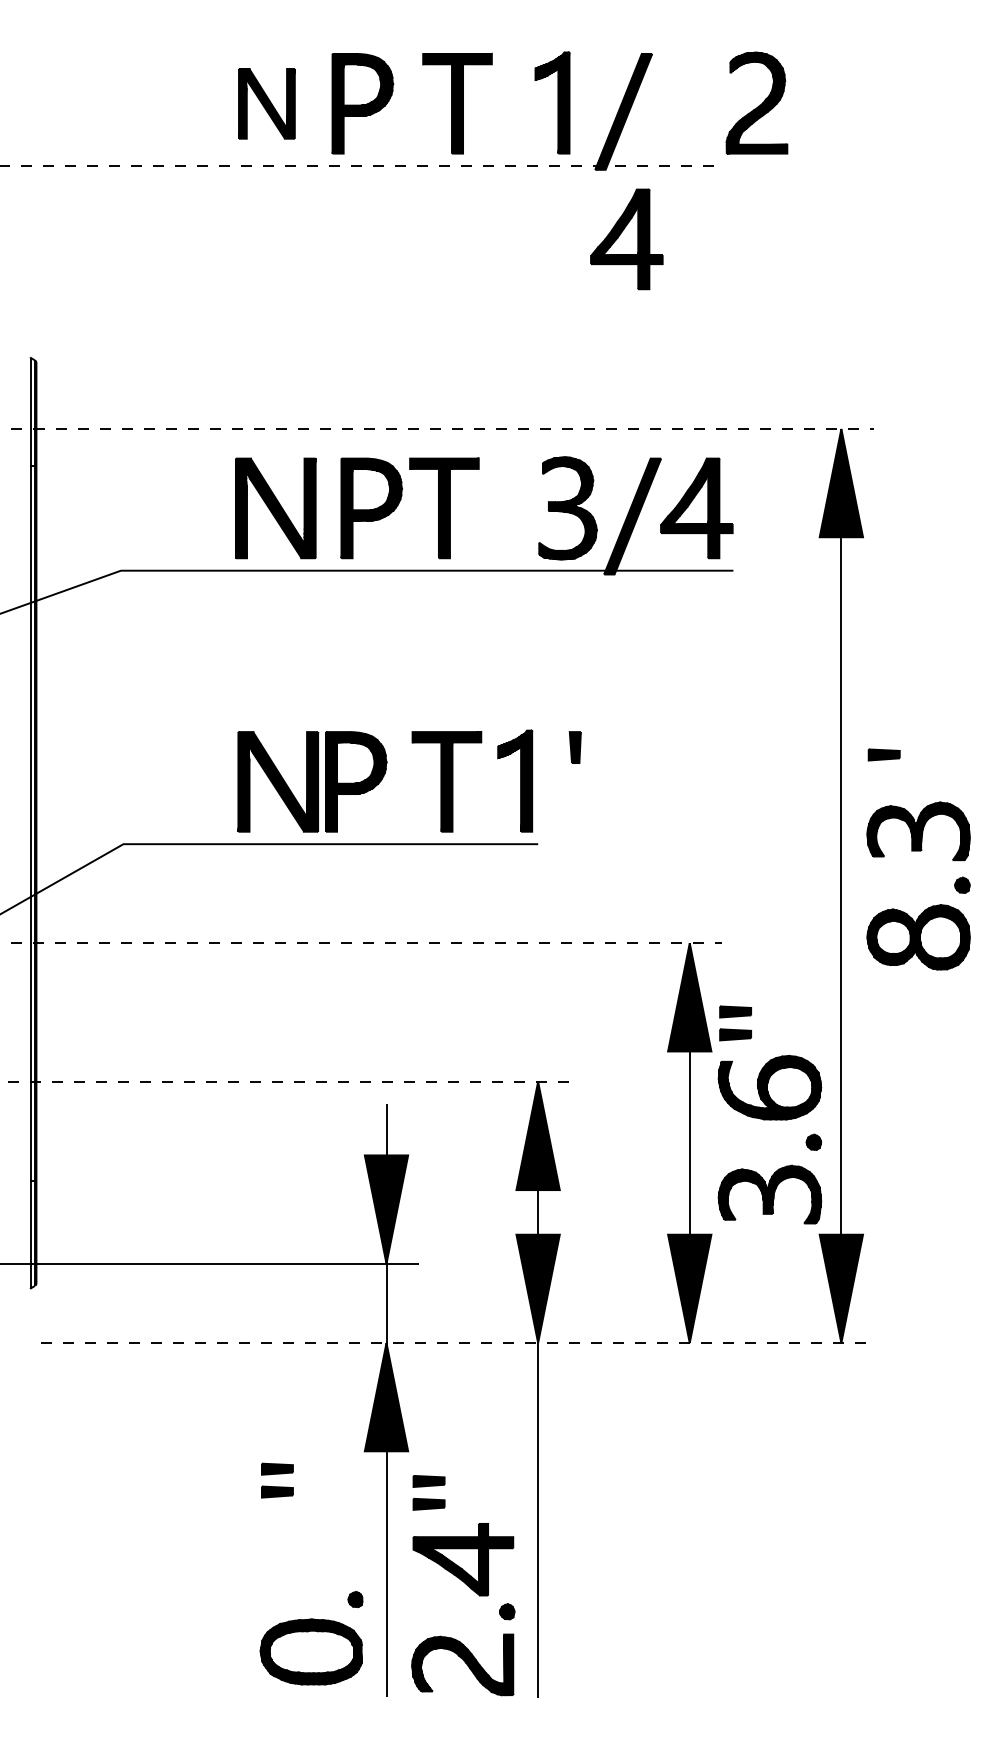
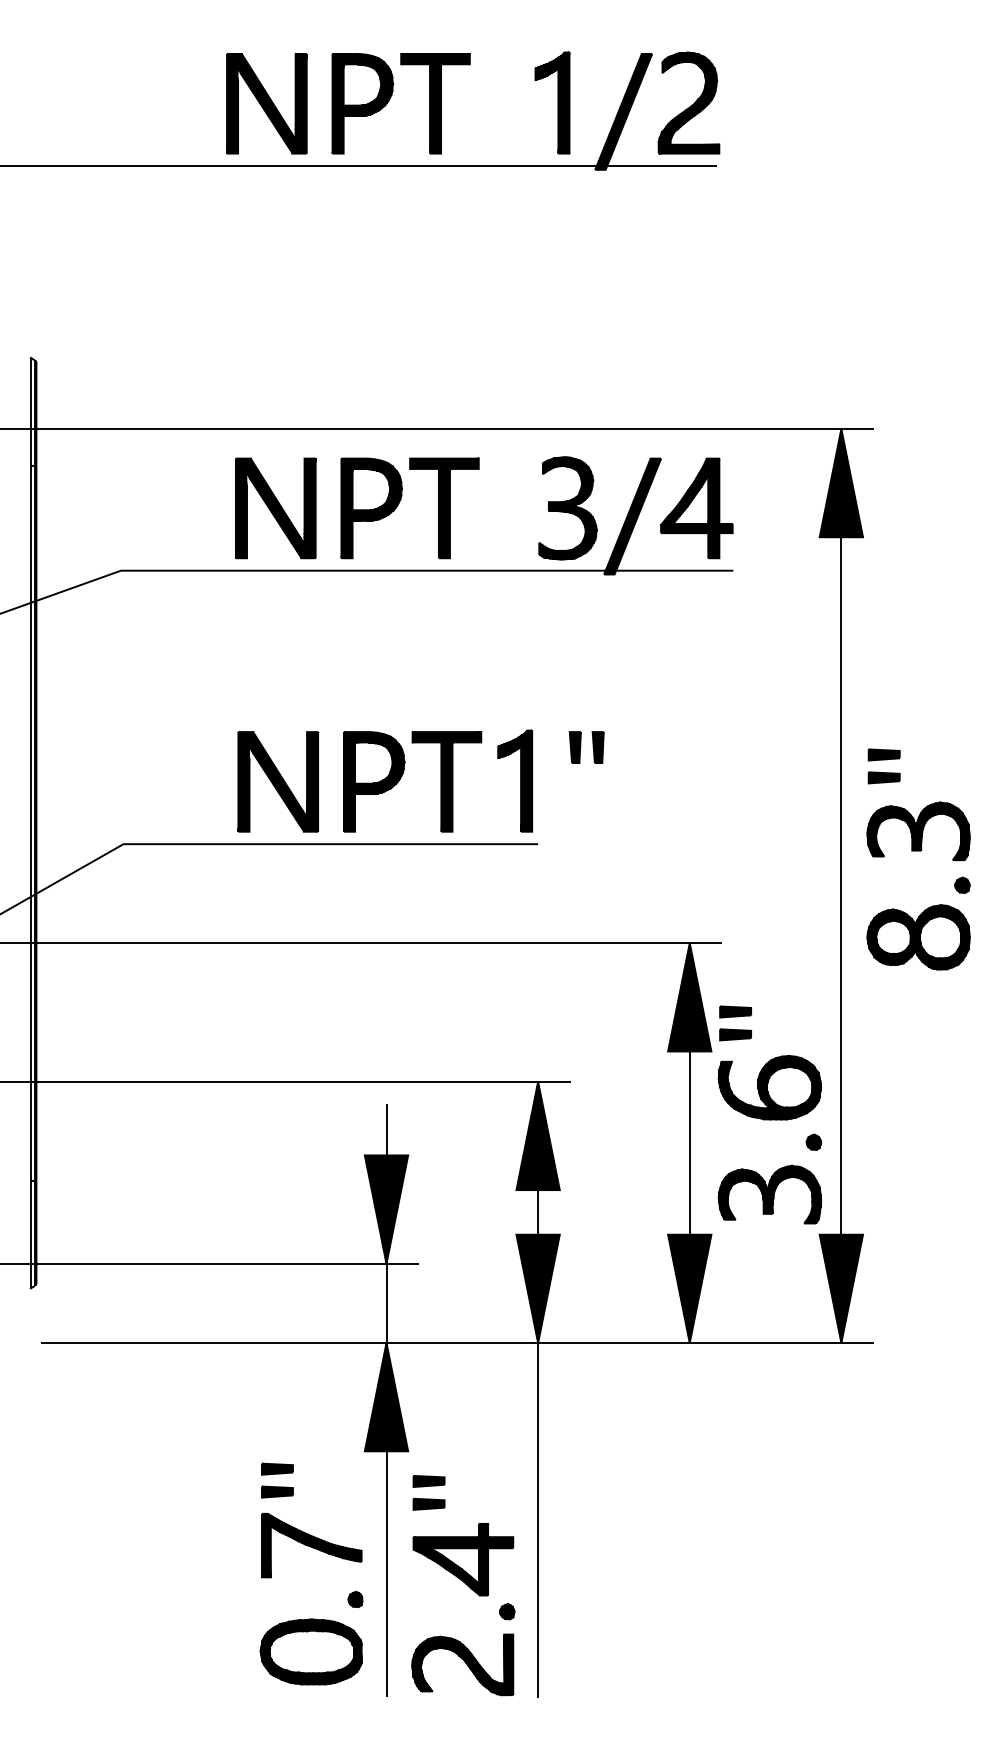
part at (756, 102) position: (756, 102) -> (688, 102)
part at (266, 103) size: 58x72 px -> 82x102 px
part at (457, 103) position: (457, 103) -> (435, 103)
line at (358, 166): dashed -> solid
part at (626, 239): present -> none
line at (436, 428): dashed -> solid
part at (597, 747): none -> present
part at (883, 777): none -> present
part at (356, 781) position: (356, 781) -> (374, 781)
line at (361, 943): dashed -> solid
line at (285, 1081): dashed -> solid
line at (457, 1343): dashed -> solid
part at (311, 1545): none -> present
